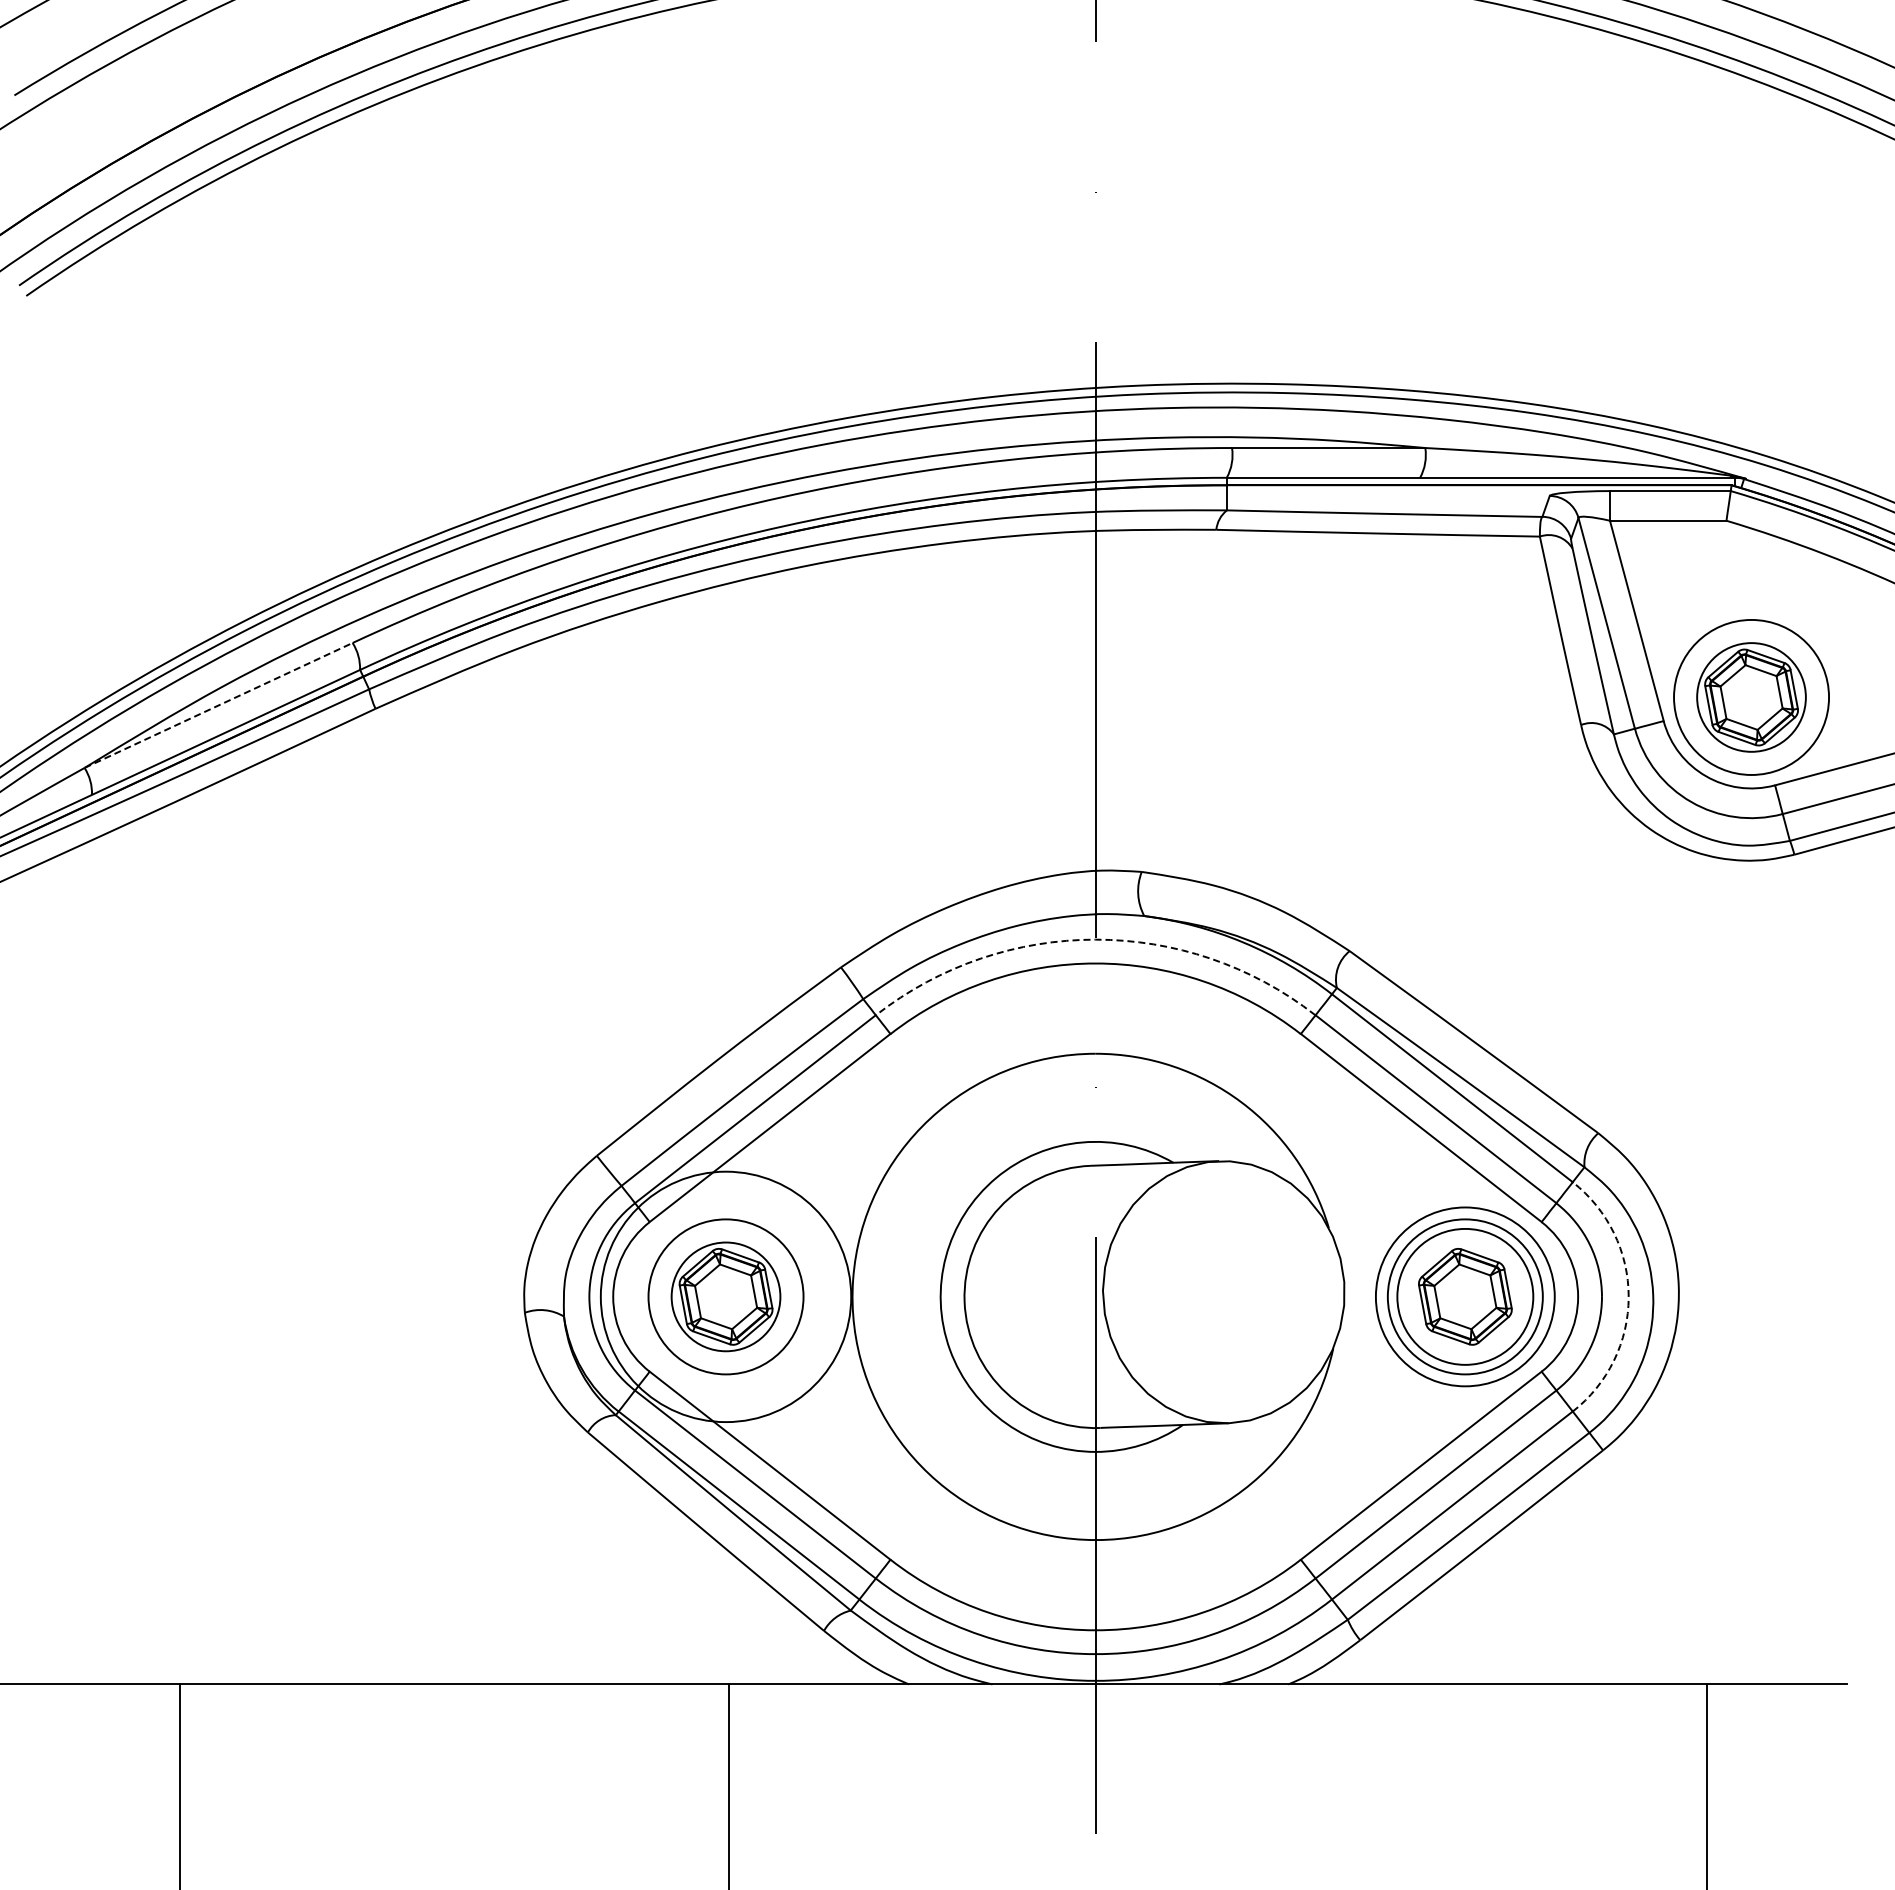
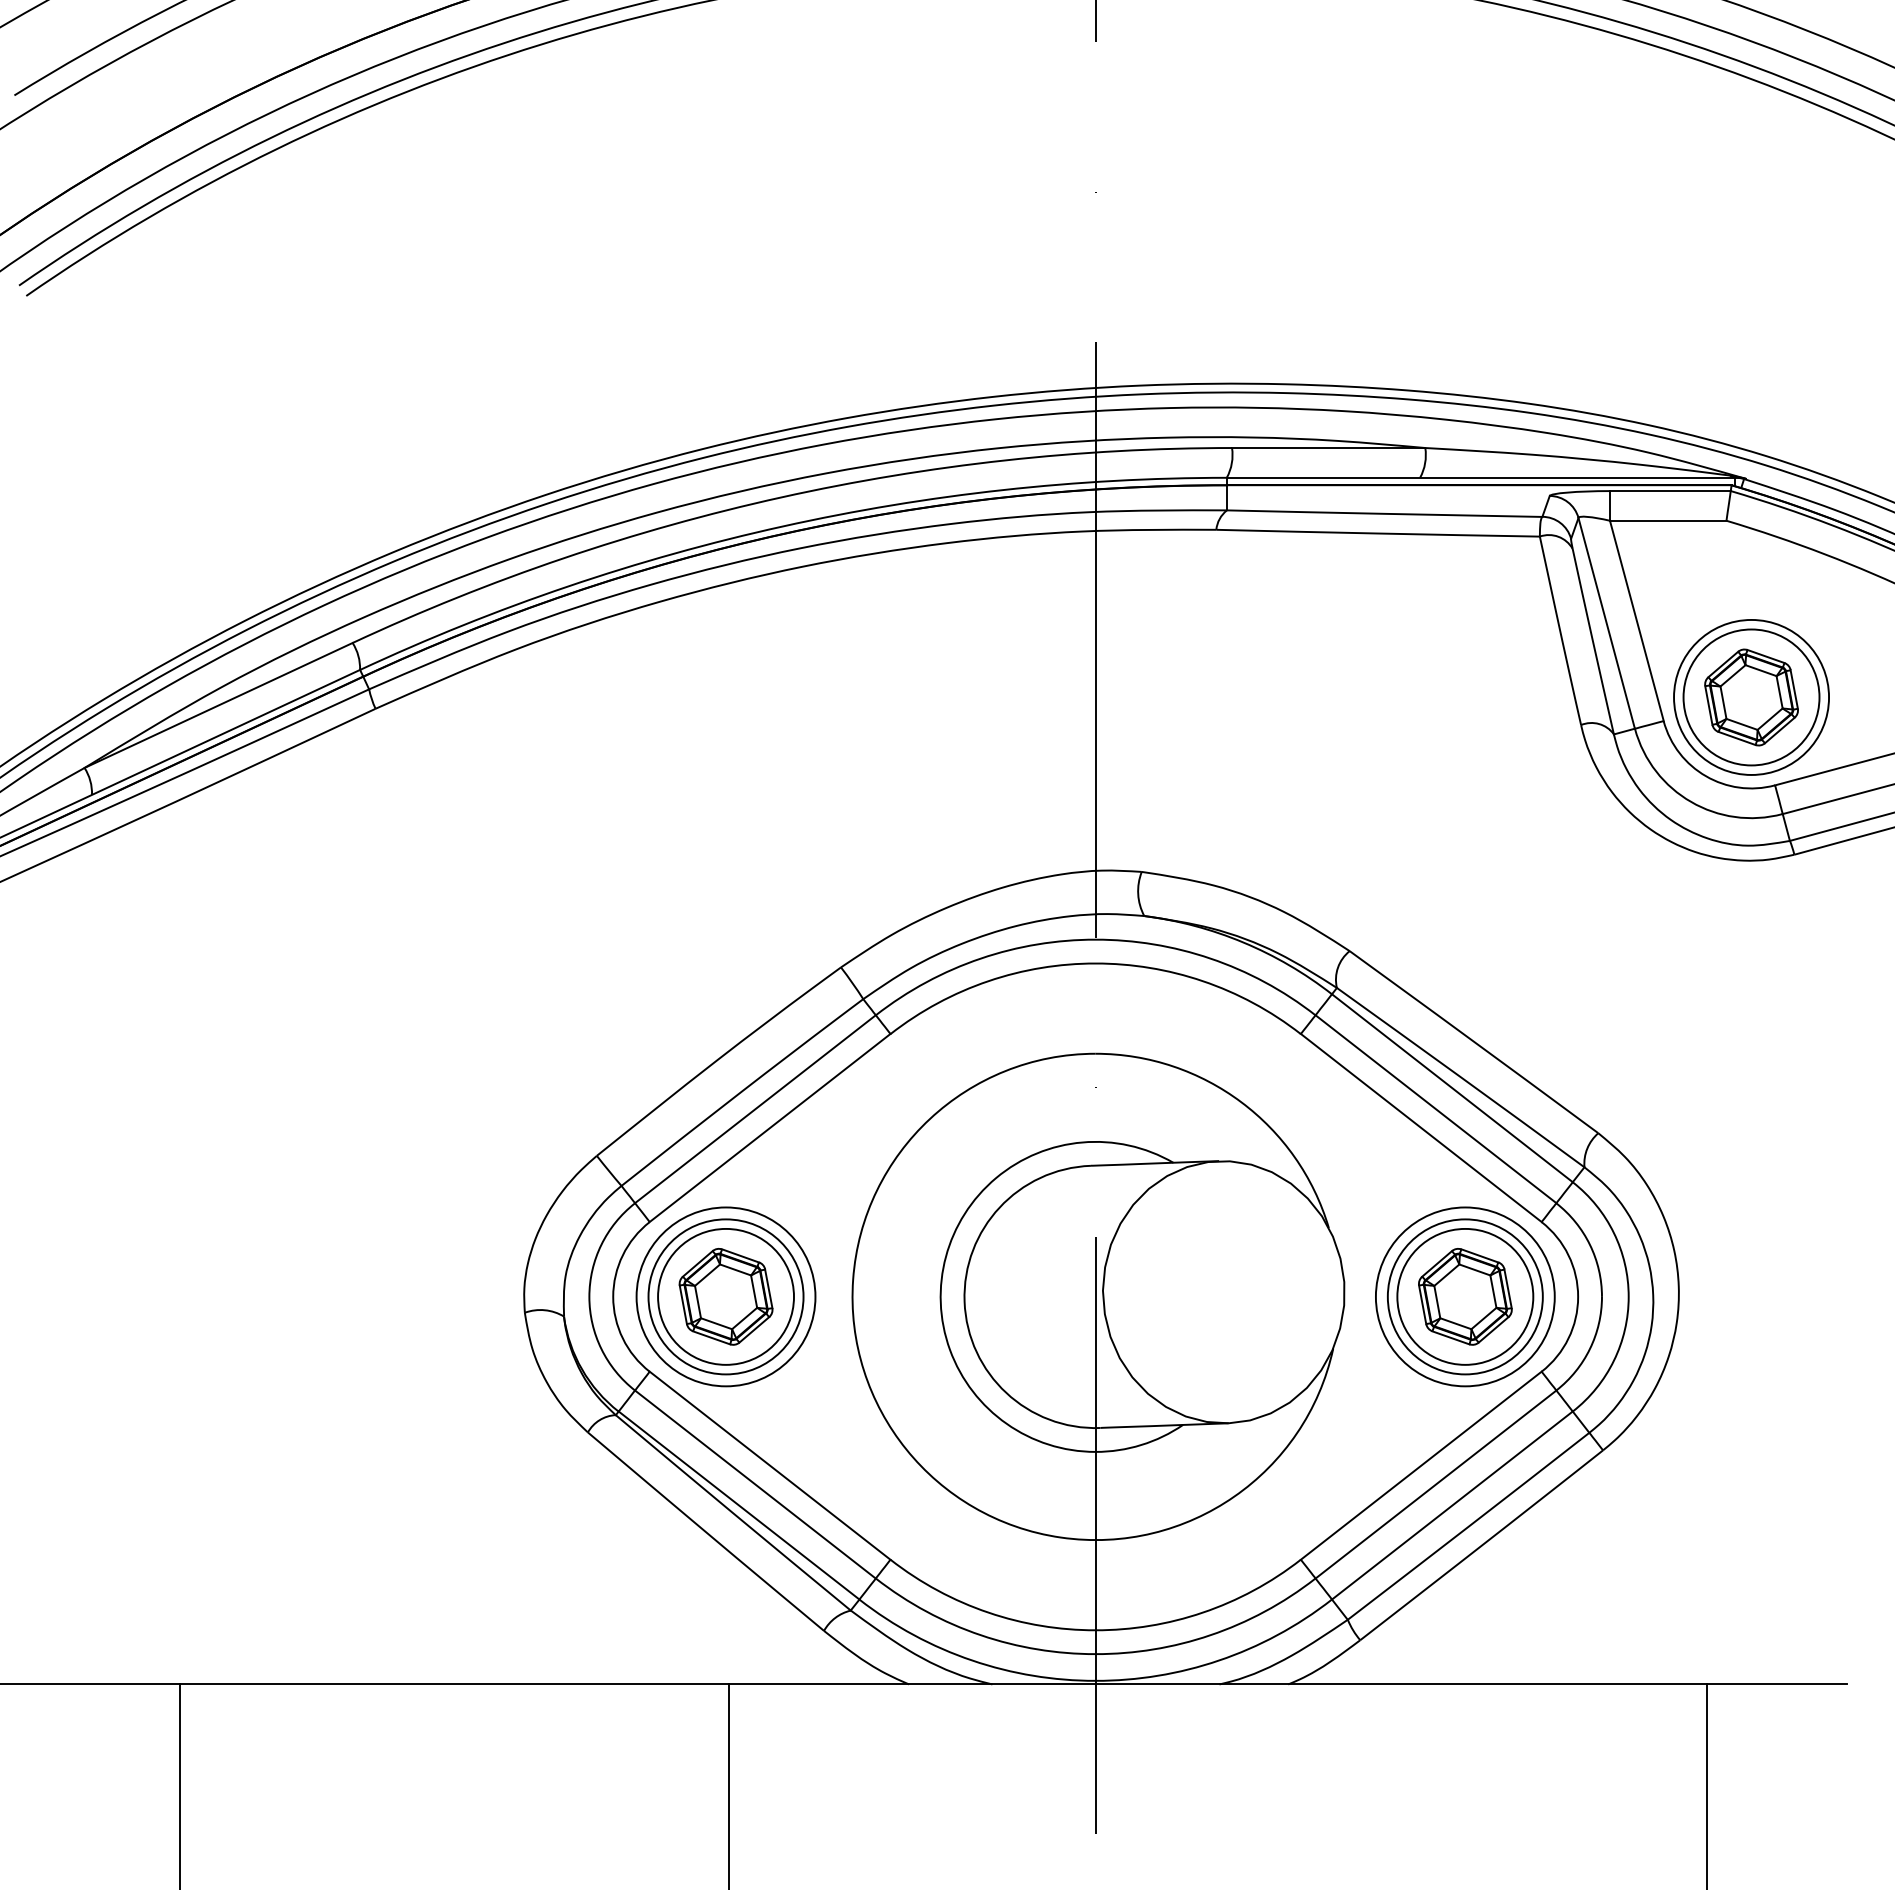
circle at (1751, 697) diameter: 109 px -> 136 px
line at (218, 705): dashed -> solid
arc at (1095, 939): dashed -> solid
circle at (725, 1296) diameter: 109 px -> 136 px
circle at (725, 1296) diameter: 250 px -> 179 px
arc at (1628, 1296): dashed -> solid
